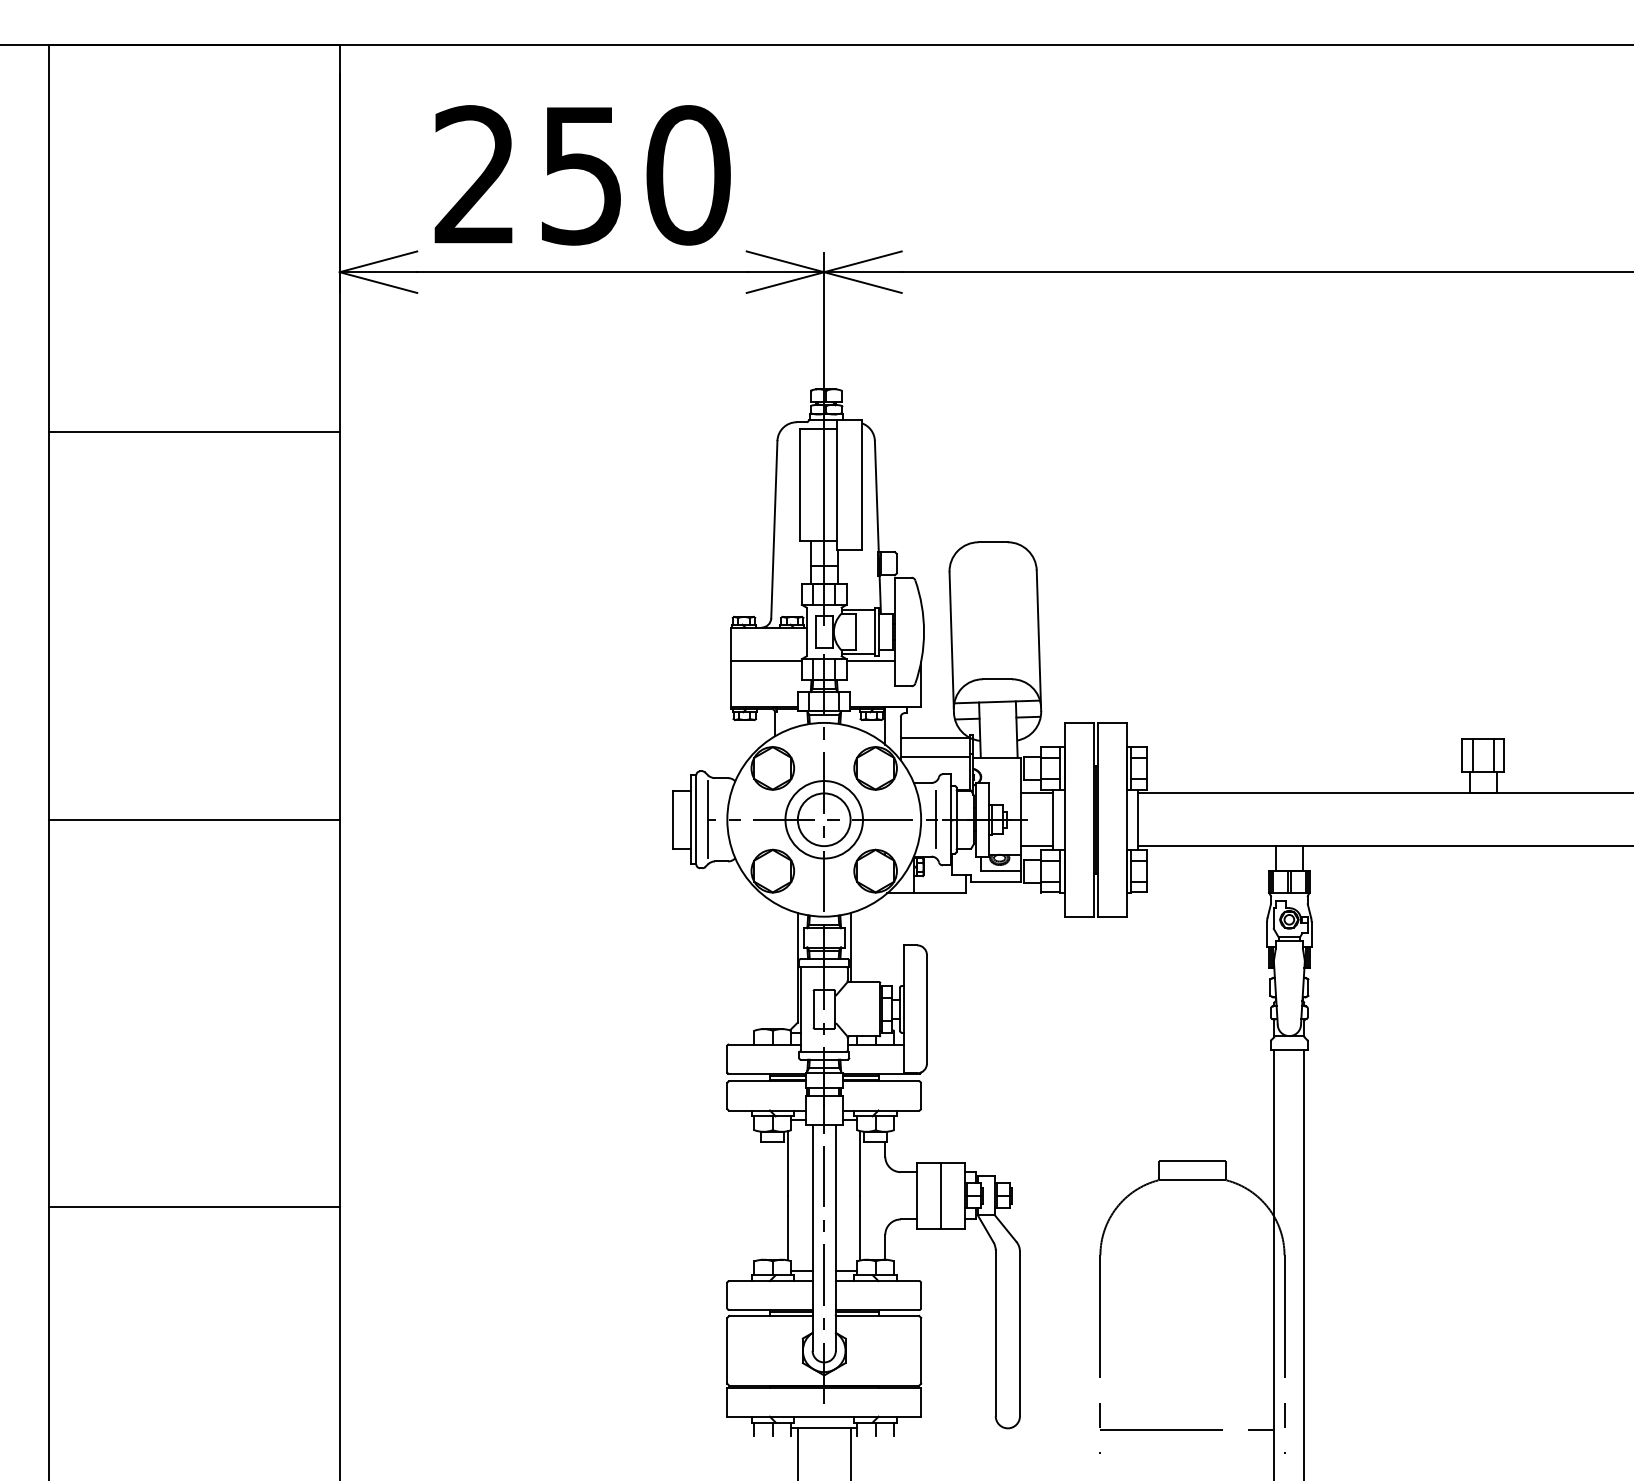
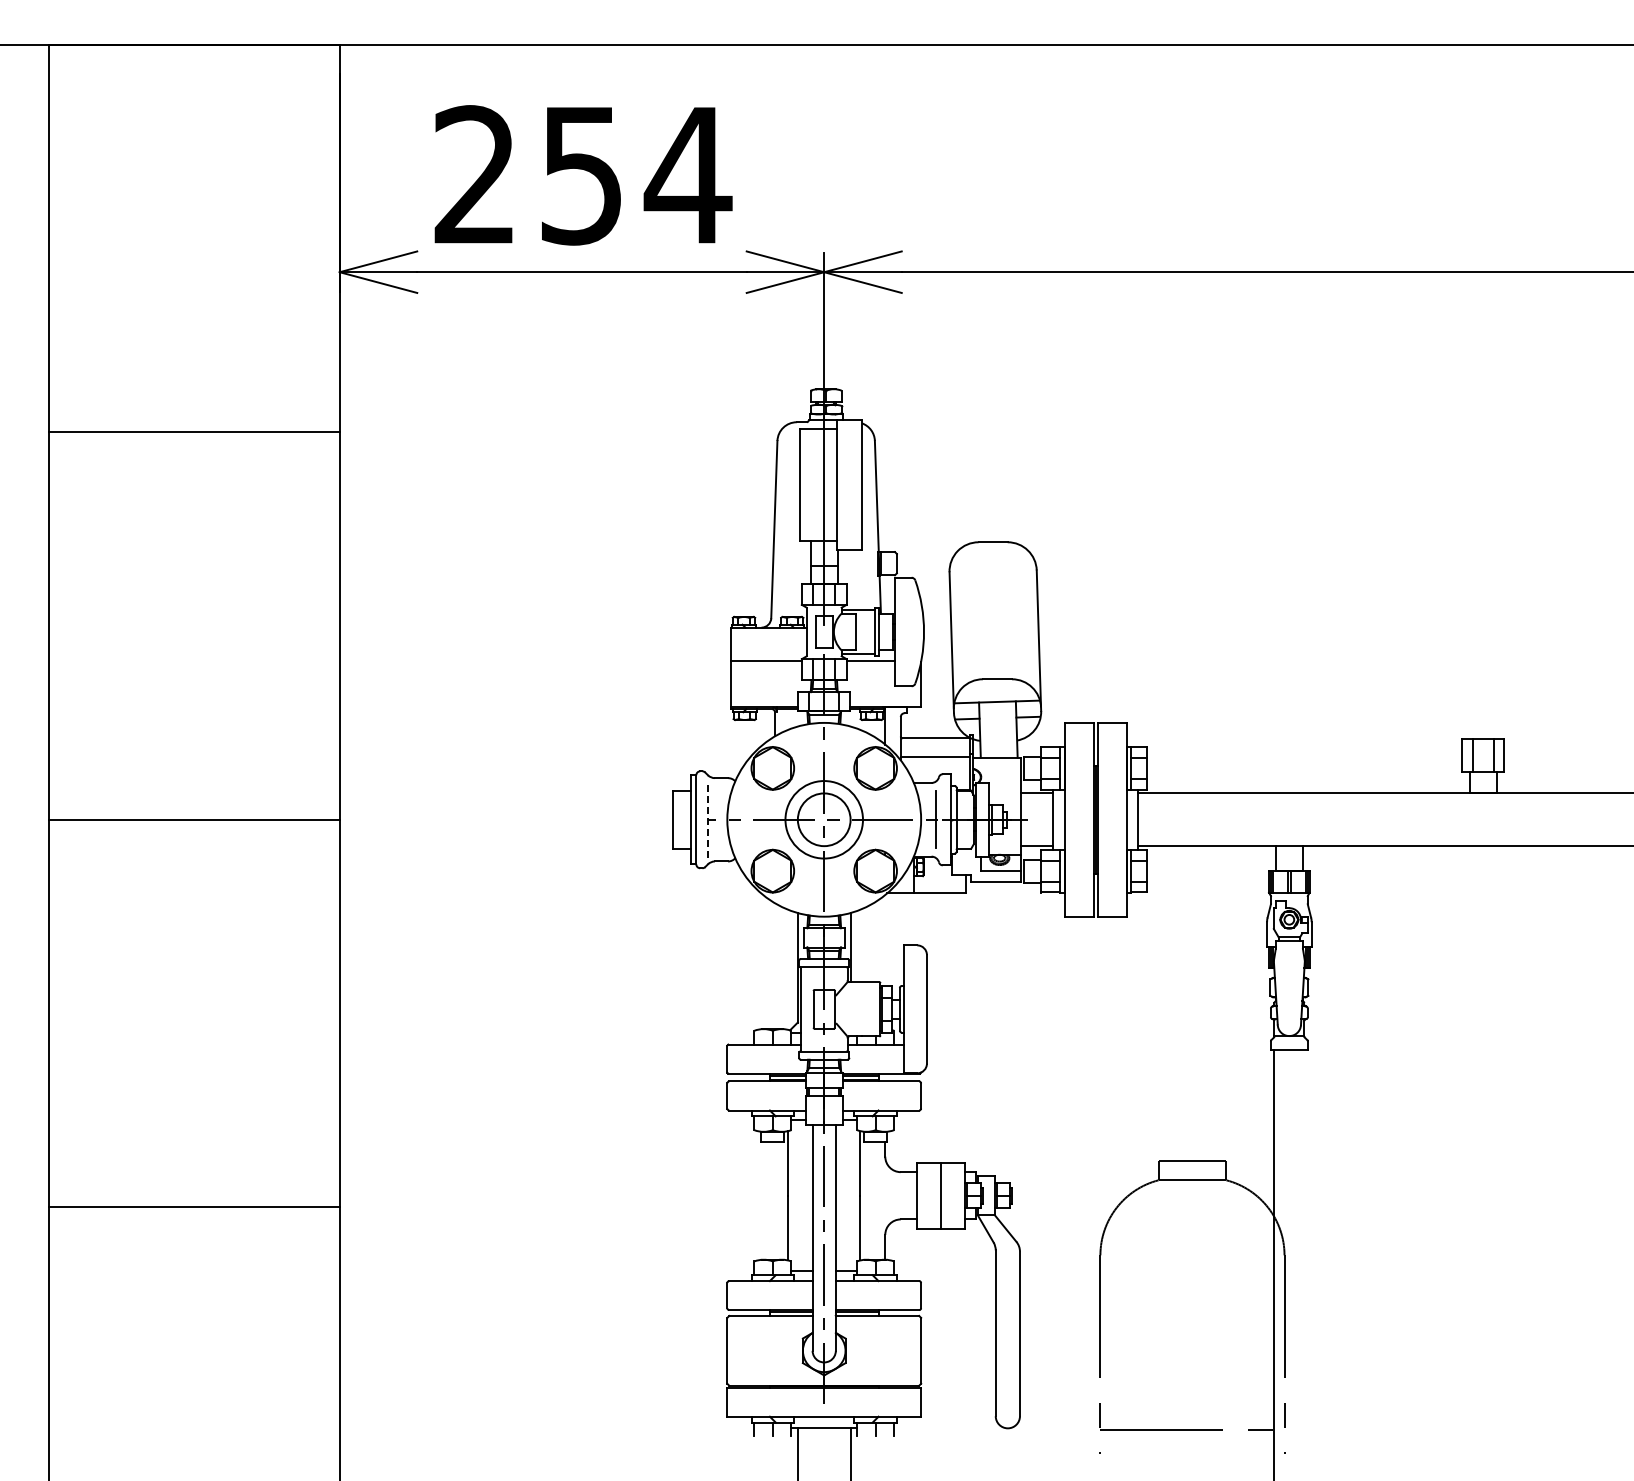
text at (687, 175): 250 -> 254
line at (708, 819): solid -> dashed
line at (1304, 1263): present -> none
